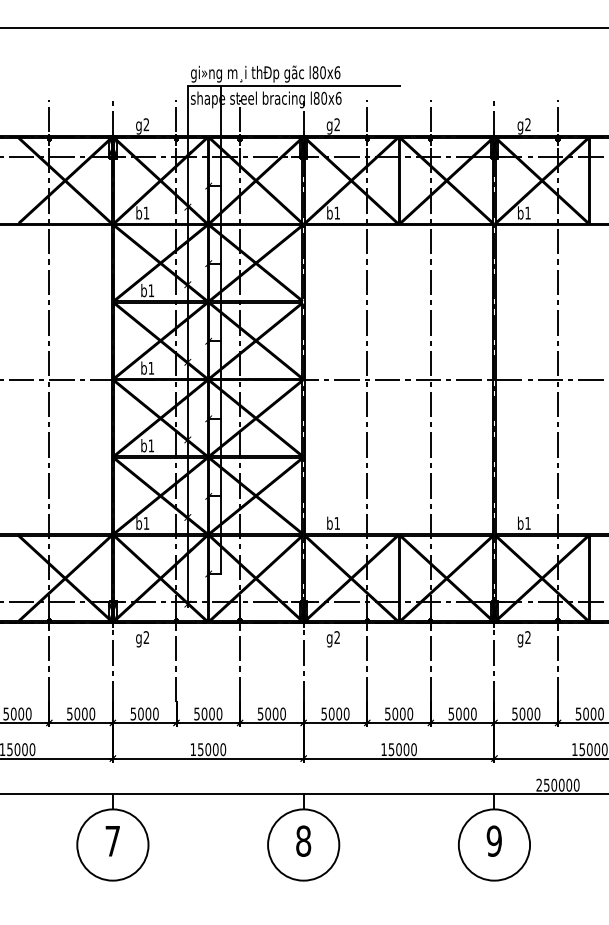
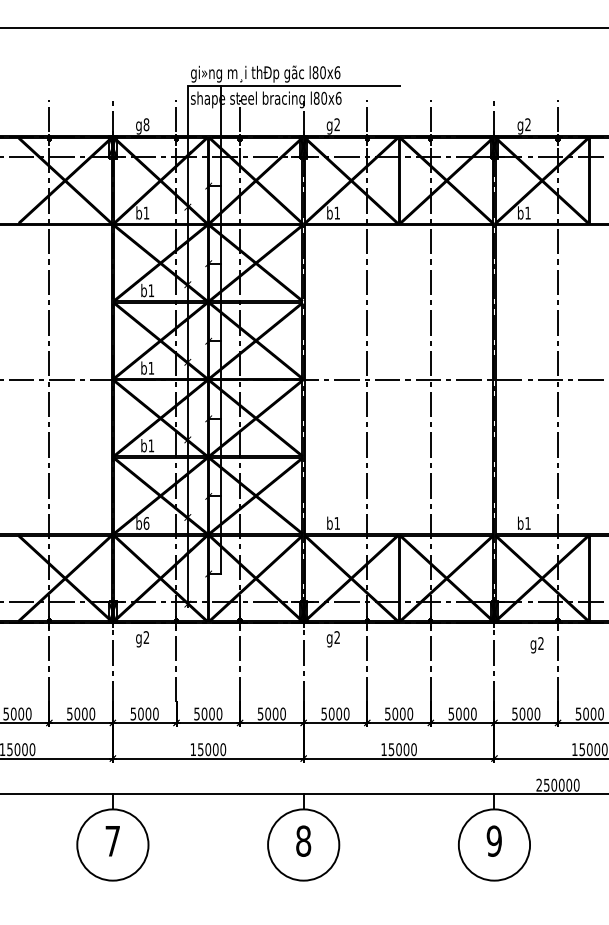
text at (146, 124): g2 -> g8
text at (146, 523): b1 -> b6
text at (523, 639) position: (523, 639) -> (536, 645)
